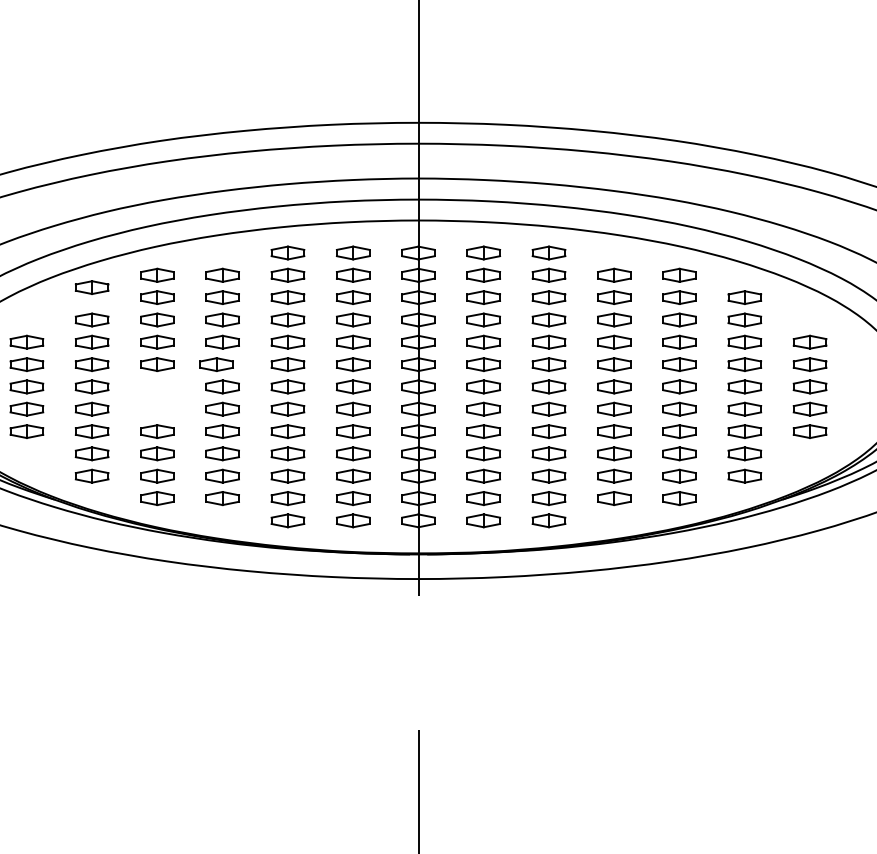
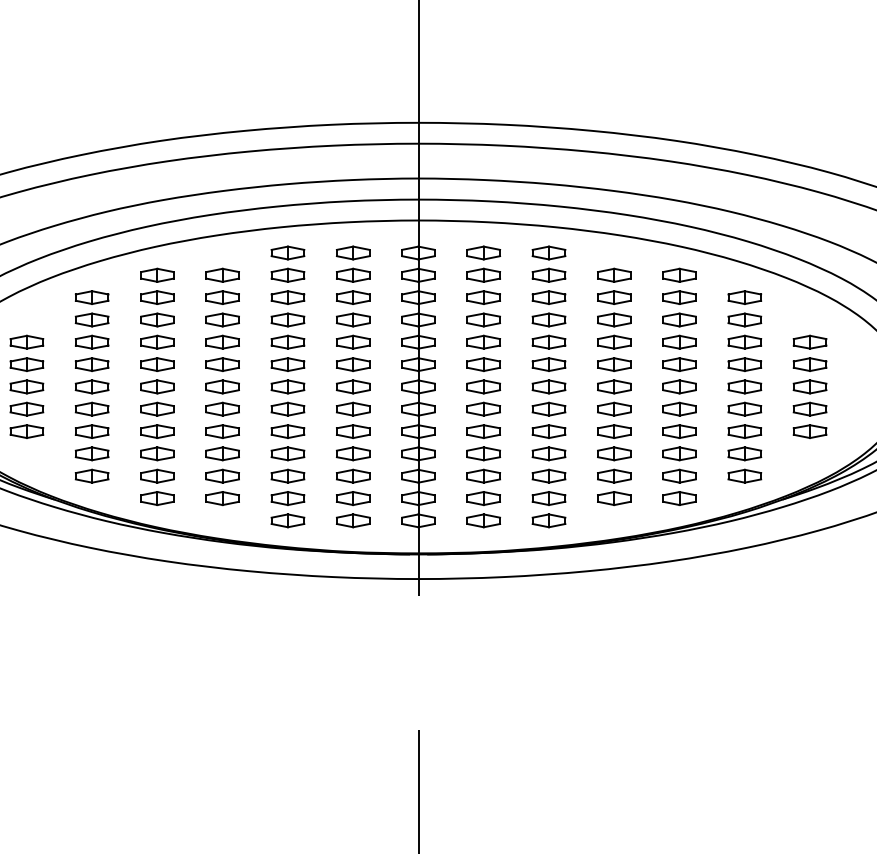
part at (91, 287) position: (91, 287) -> (91, 297)
part at (216, 364) position: (216, 364) -> (222, 364)
part at (157, 397): none -> present
